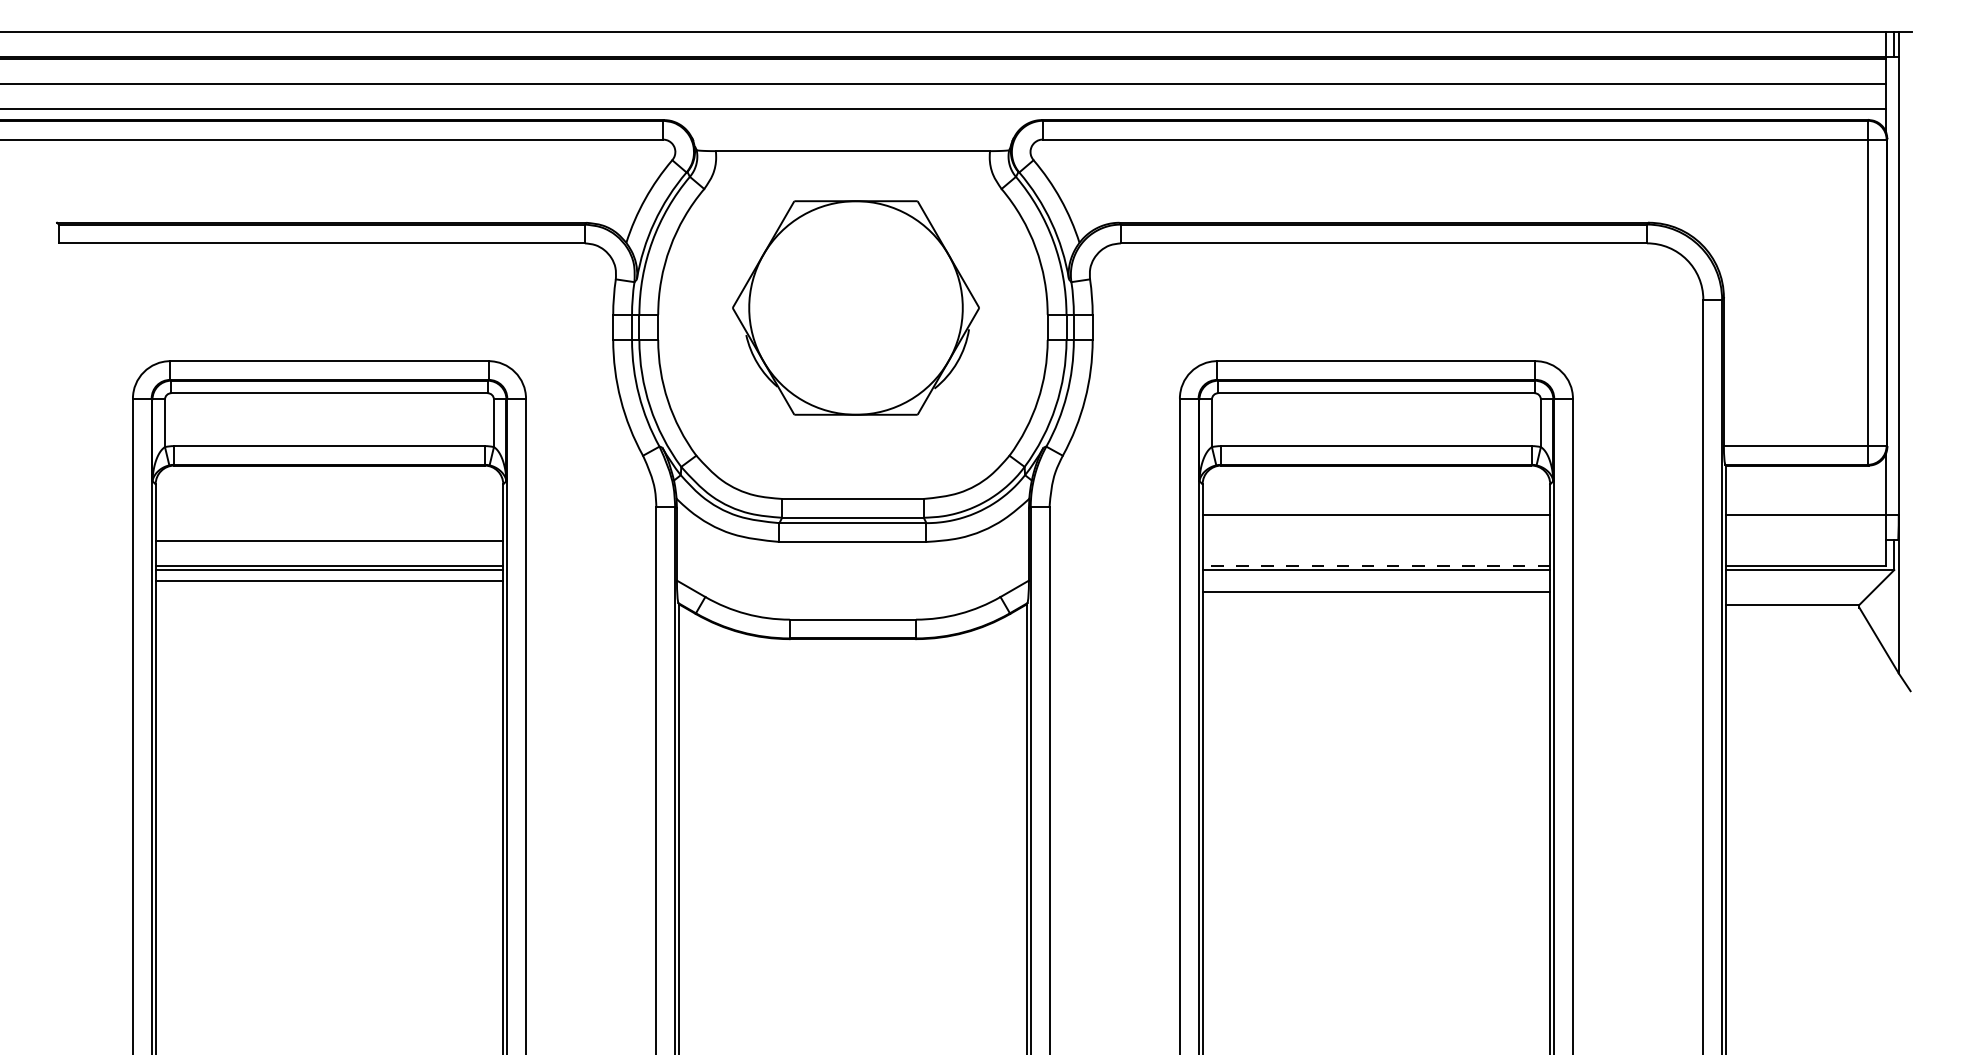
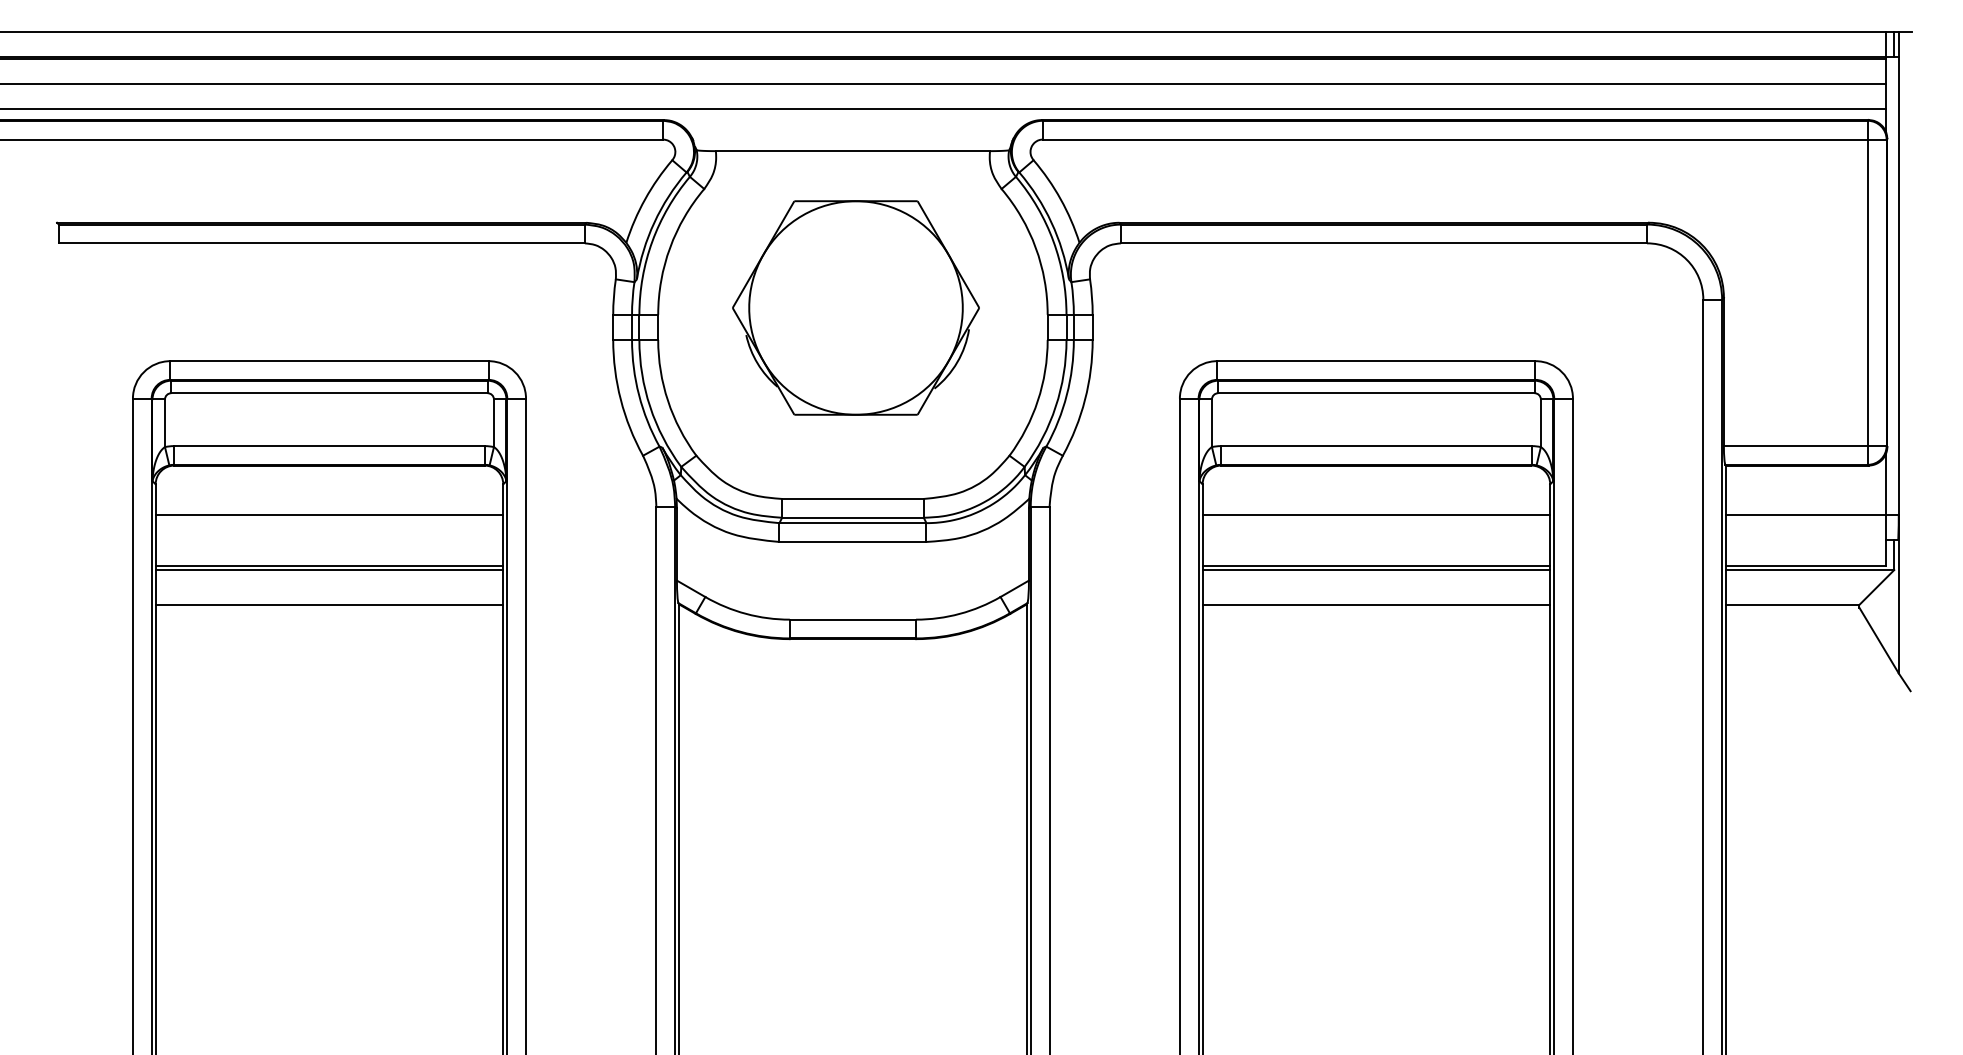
line at (329, 541) position: (329, 541) -> (329, 515)
line at (1376, 565): dashed -> solid
line at (329, 581) position: (329, 581) -> (329, 605)
line at (1376, 592) position: (1376, 592) -> (1376, 605)
